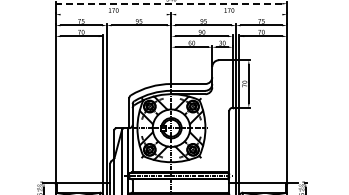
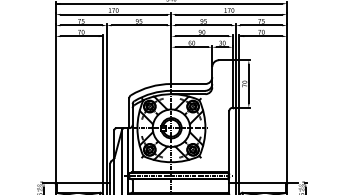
line at (168, 3): dashed -> solid
line at (113, 14): none -> present
line at (229, 14): none -> present
